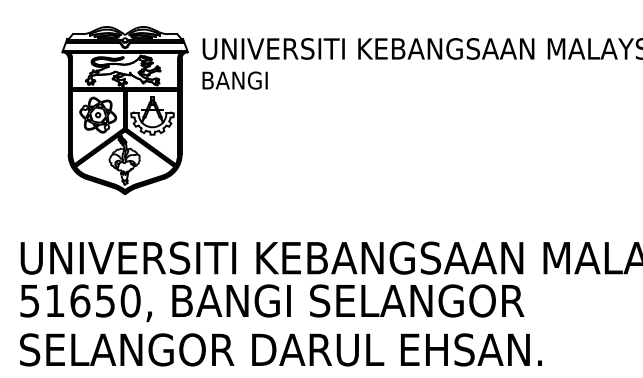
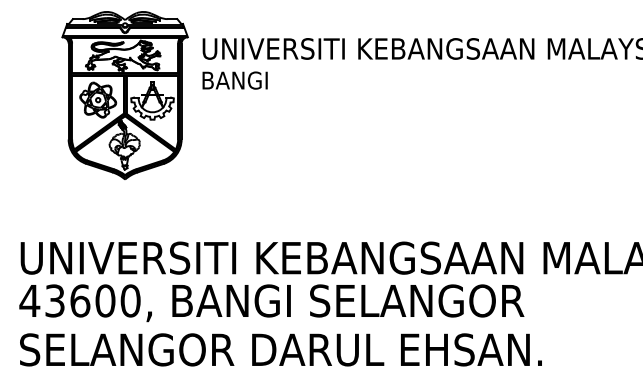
part at (124, 110) position: (124, 110) -> (124, 95)
text at (67, 300): 51650, -> 43600,
